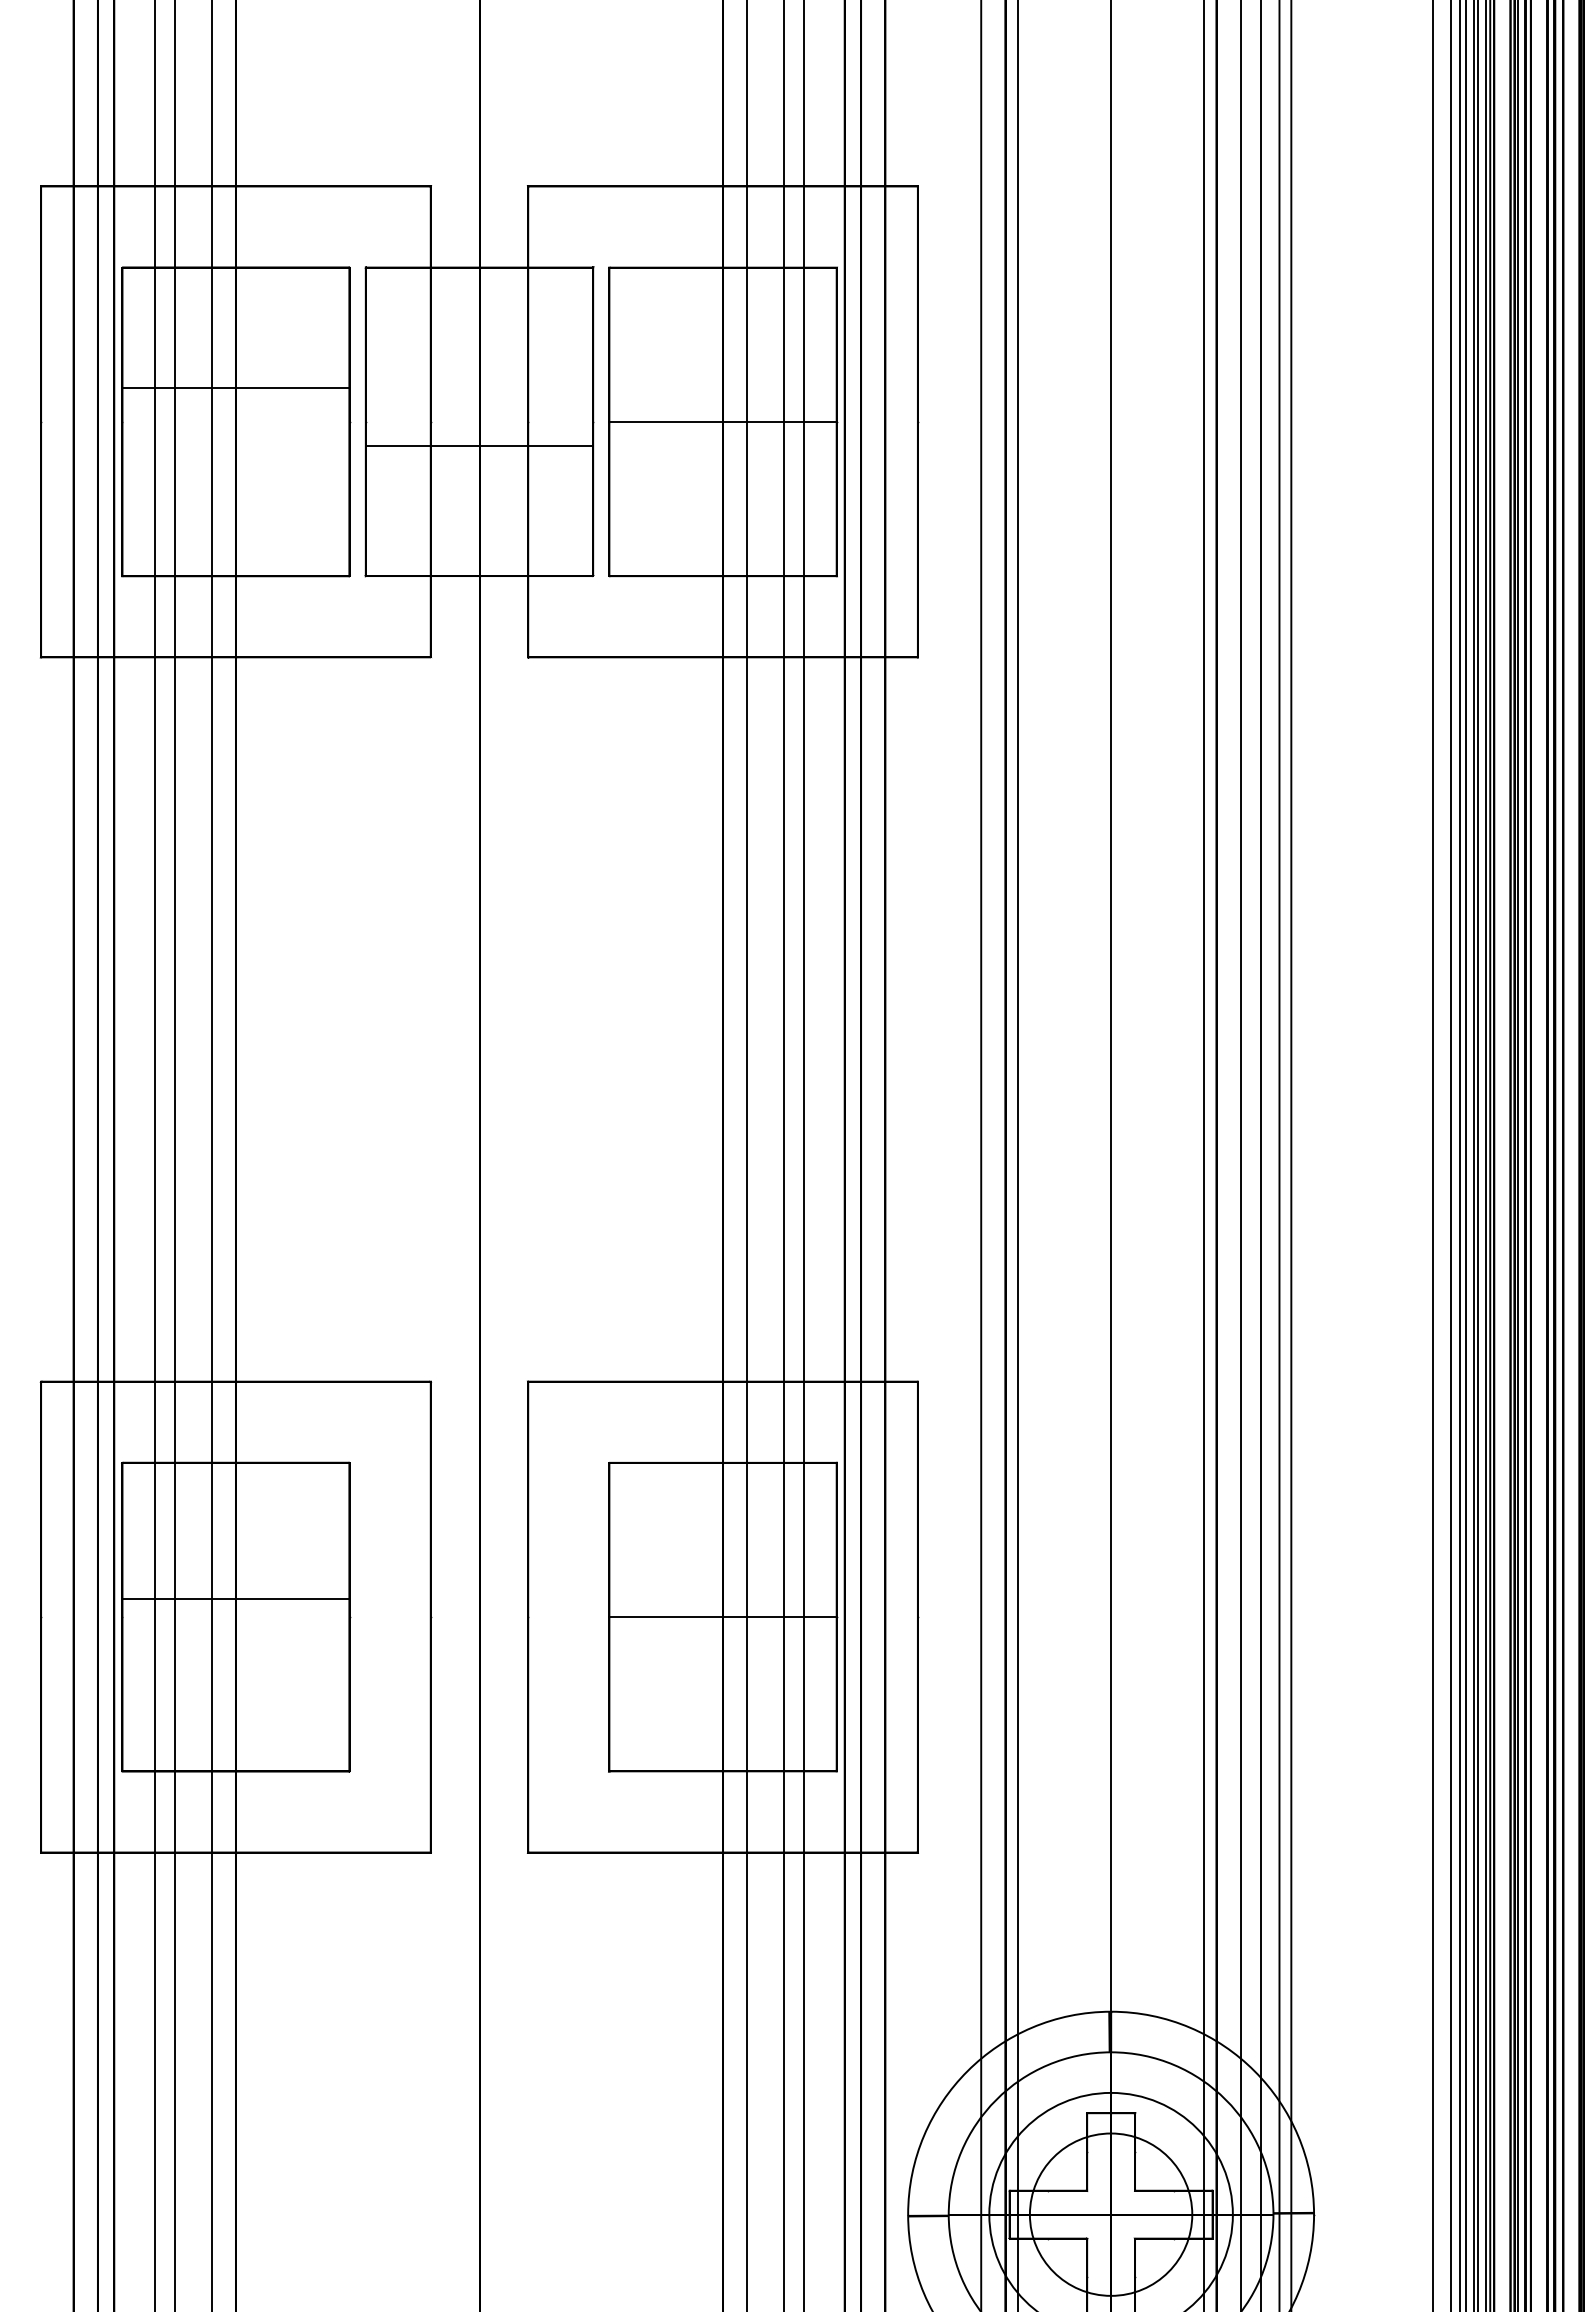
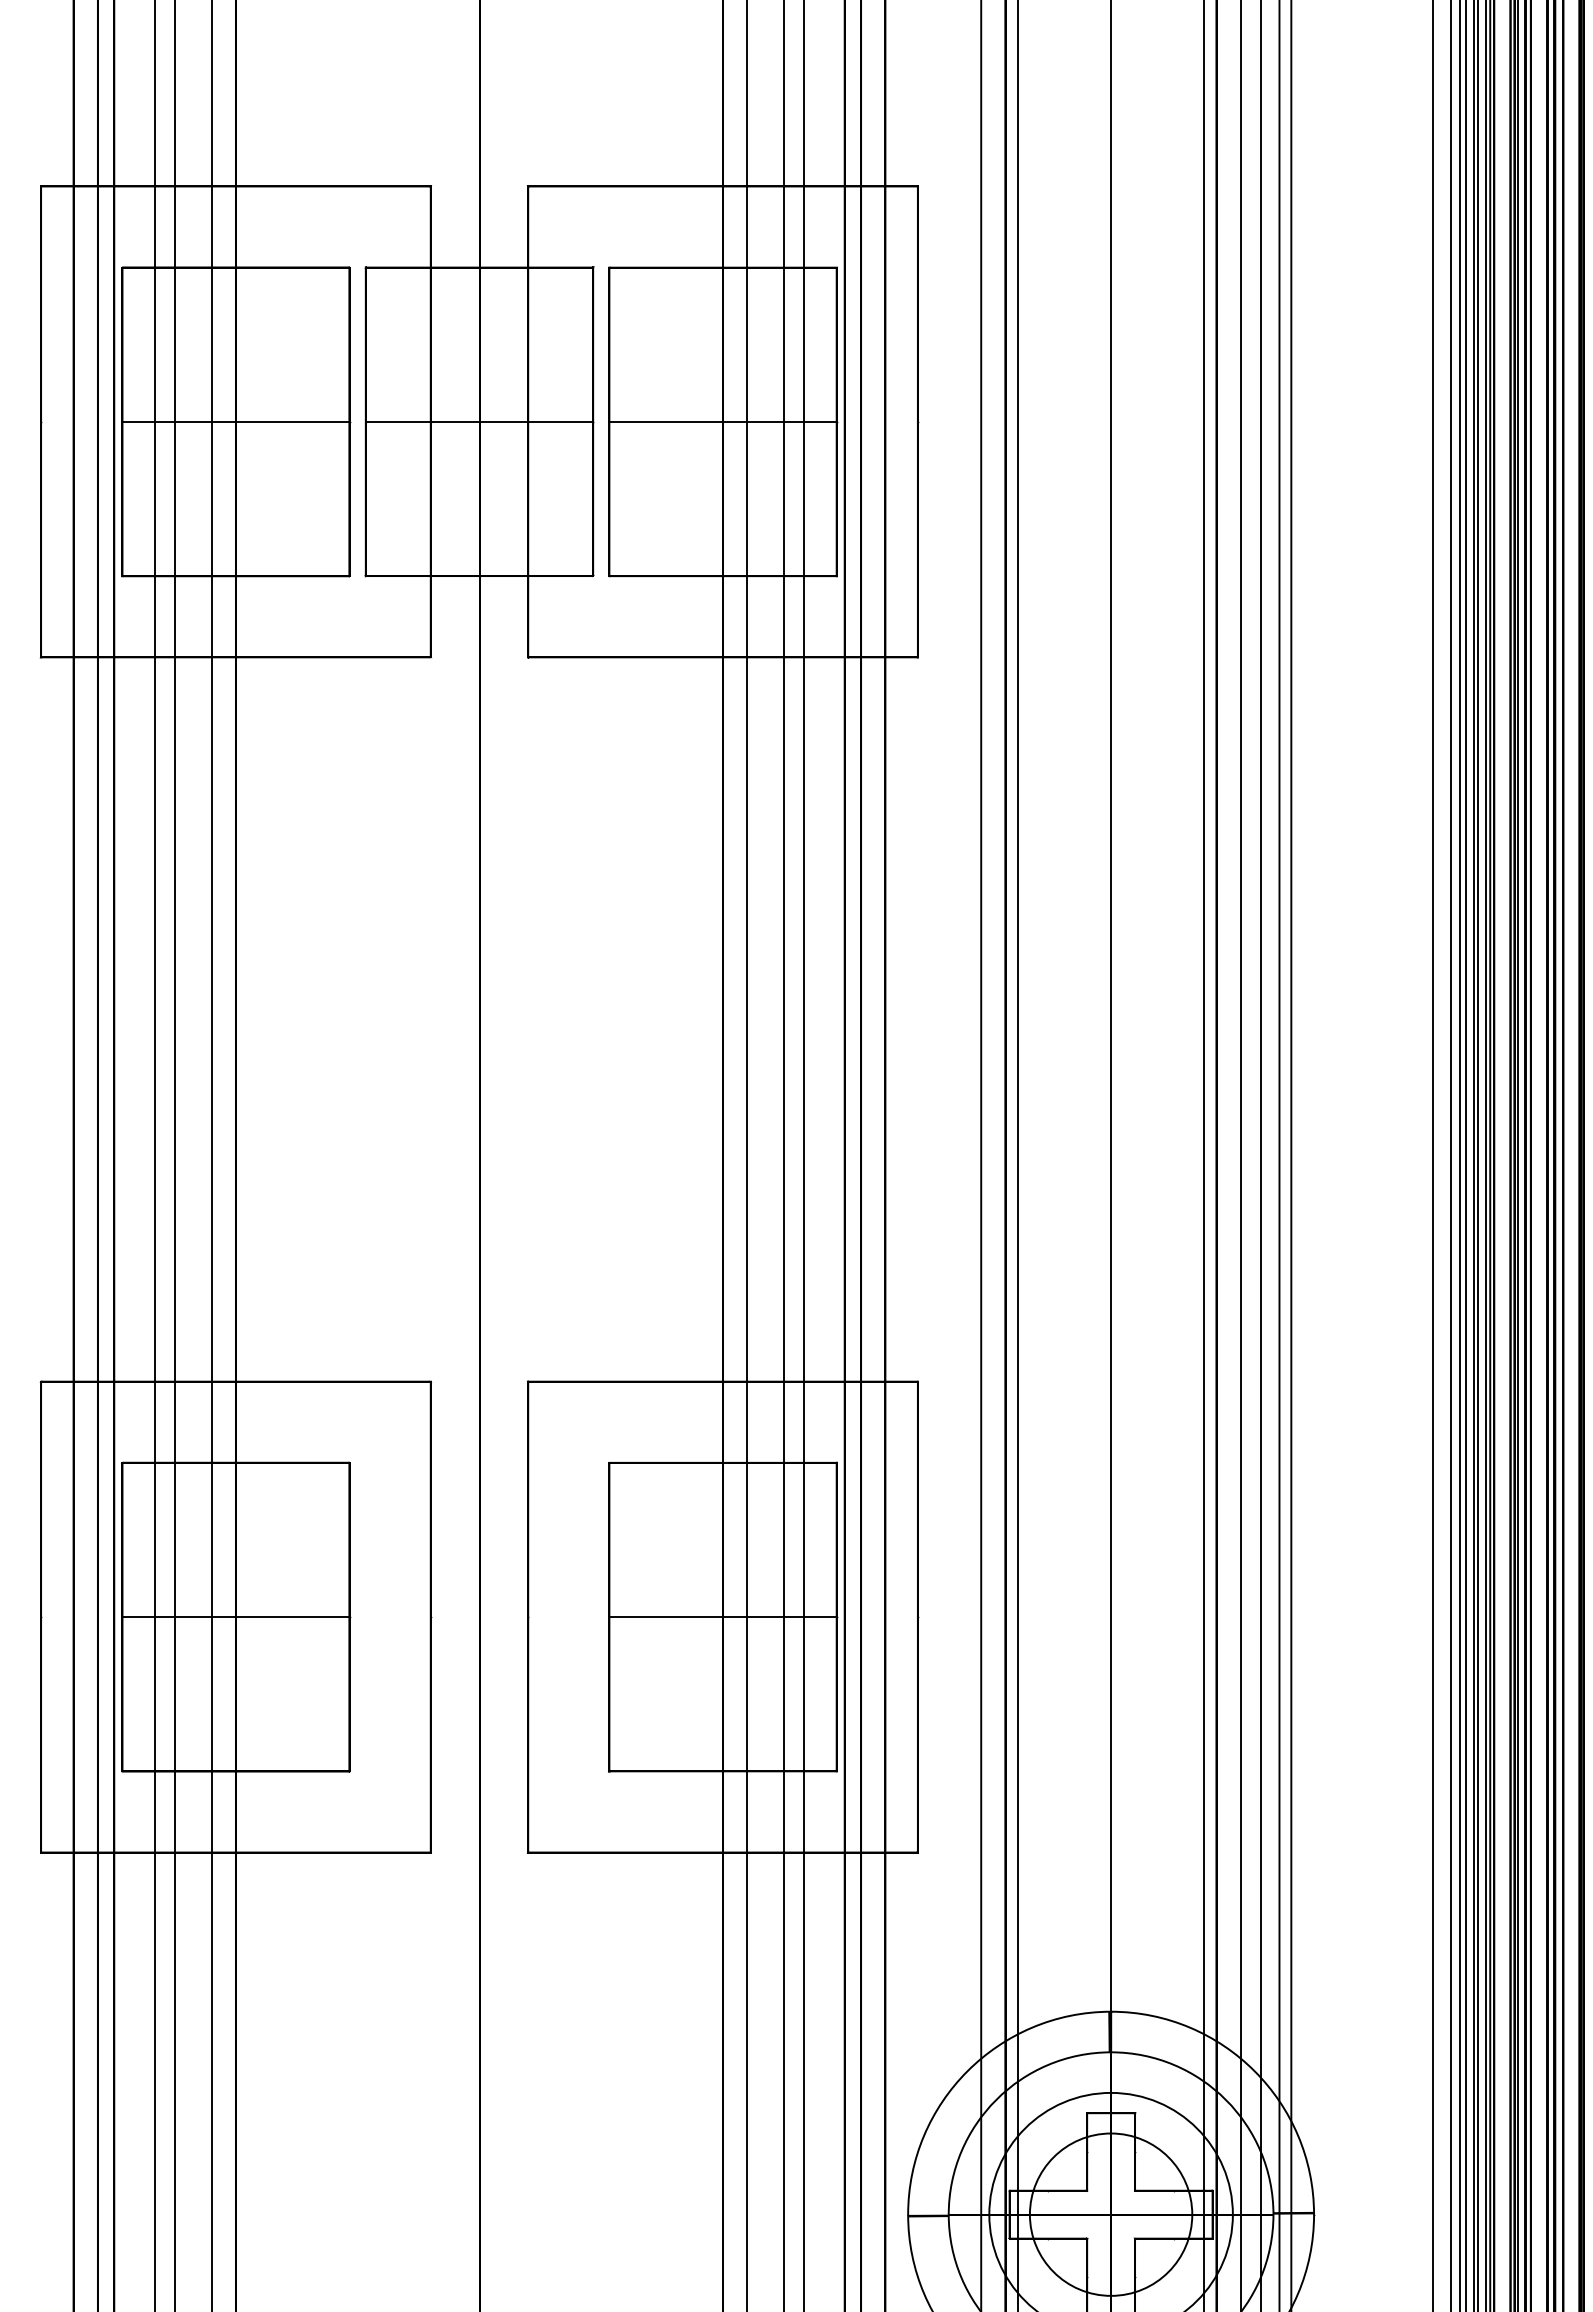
line at (235, 387) position: (235, 387) -> (235, 421)
line at (479, 445) position: (479, 445) -> (479, 421)
line at (235, 1599) position: (235, 1599) -> (235, 1617)
